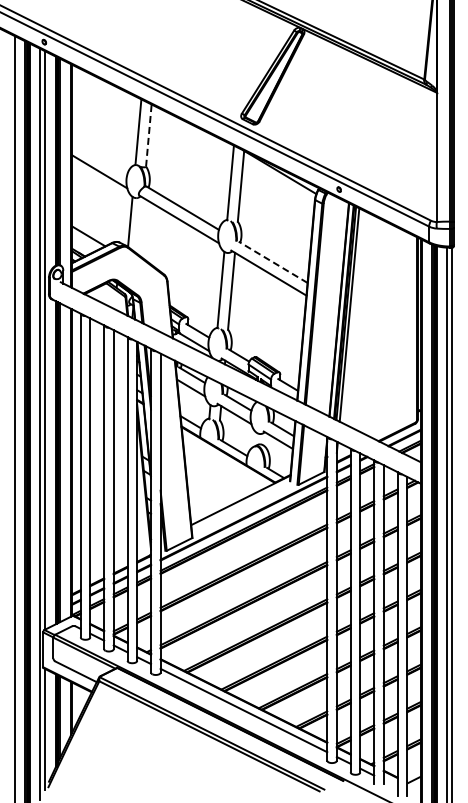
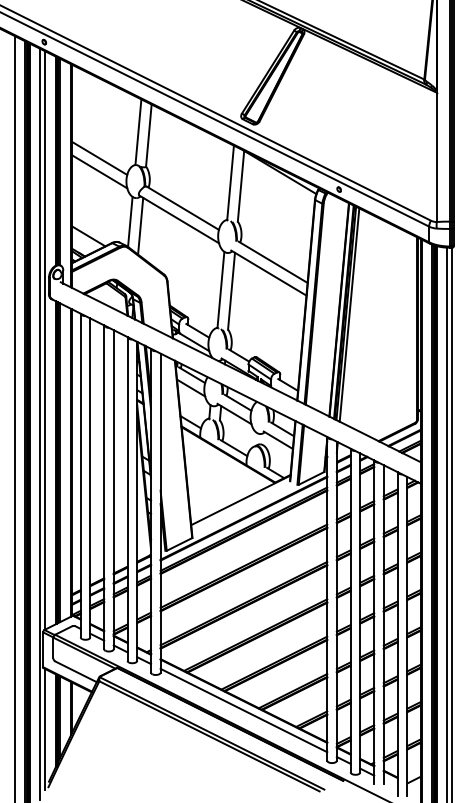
line at (148, 135): dashed -> solid
line at (99, 157): none -> present
line at (140, 225): none -> present
line at (272, 262): dashed -> solid
